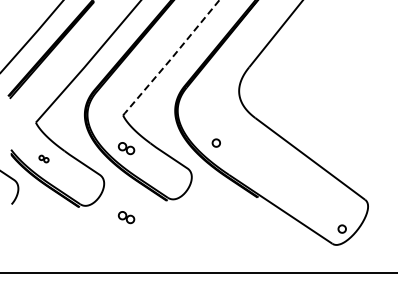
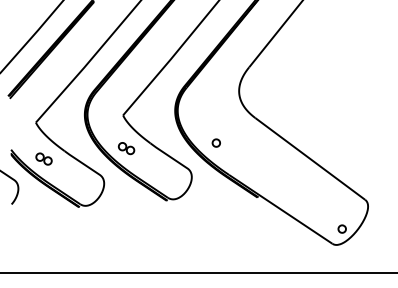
line at (171, 58): dashed -> solid
part at (43, 158) size: 12x10 px -> 18x14 px
part at (126, 217): present -> none
